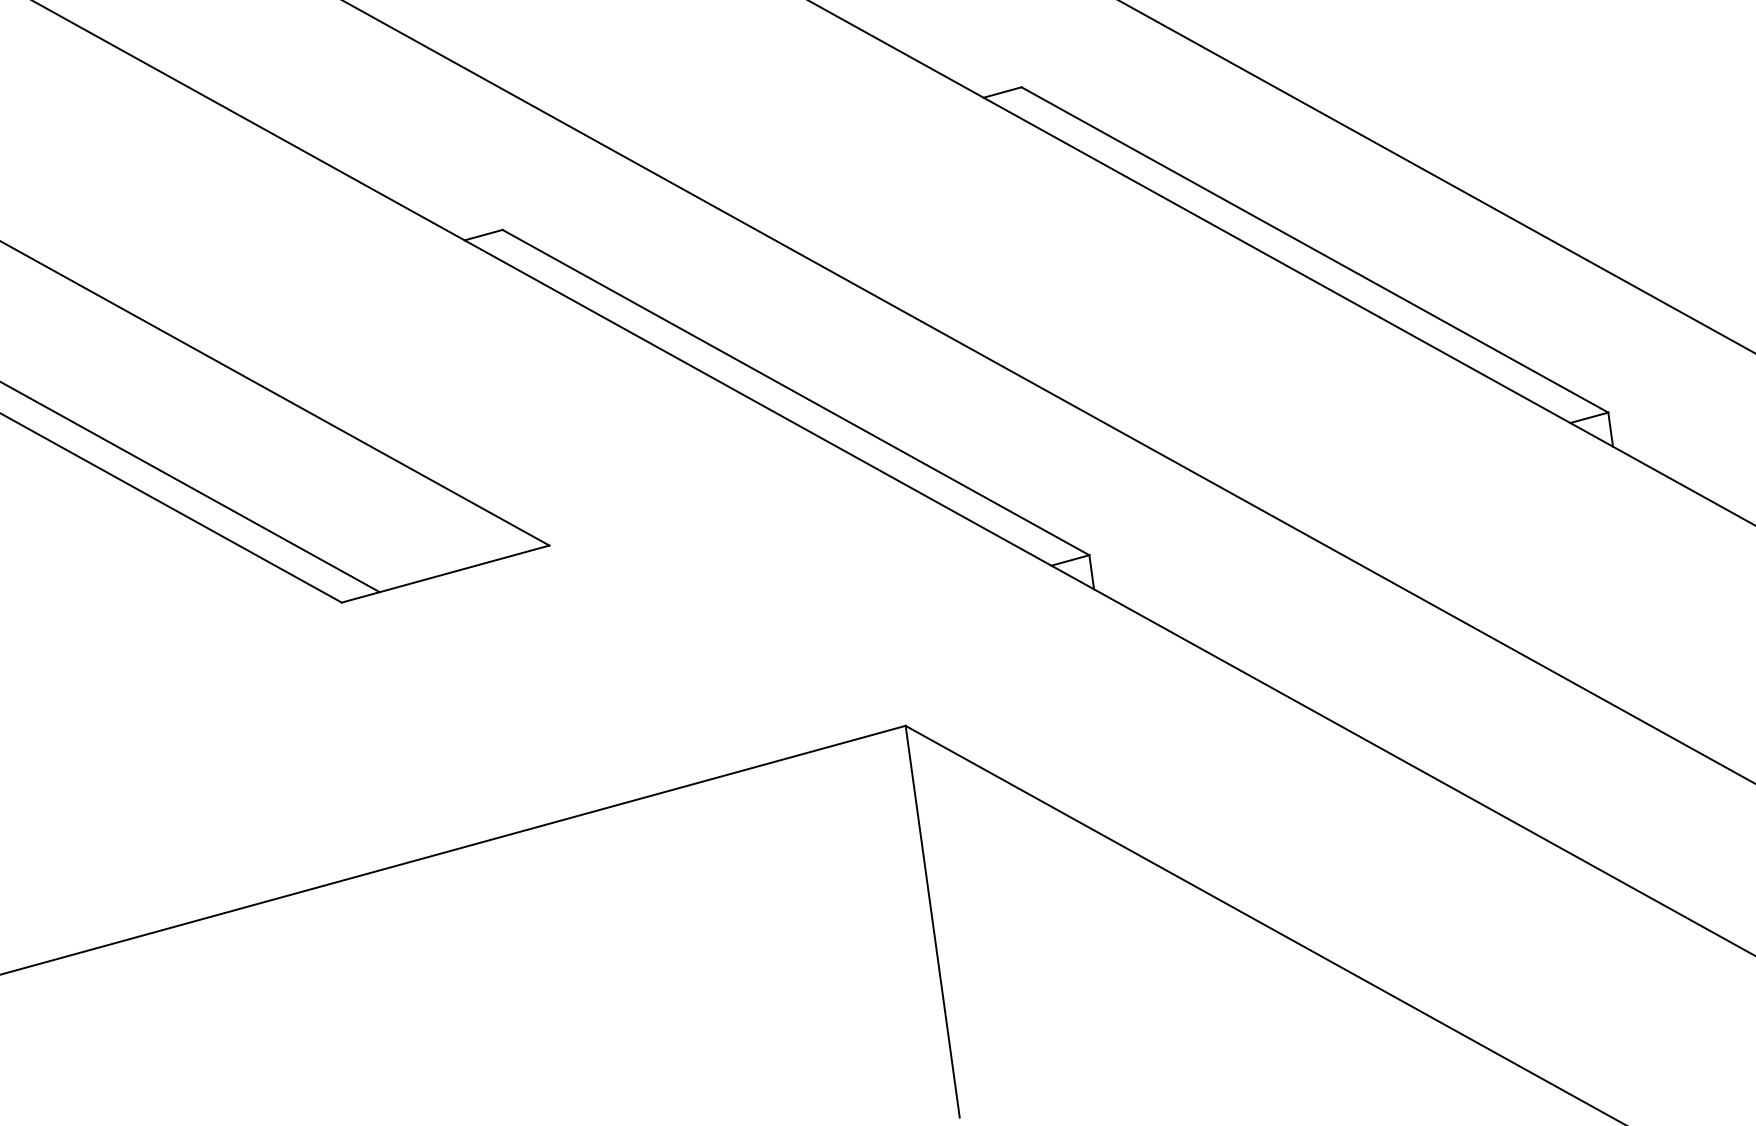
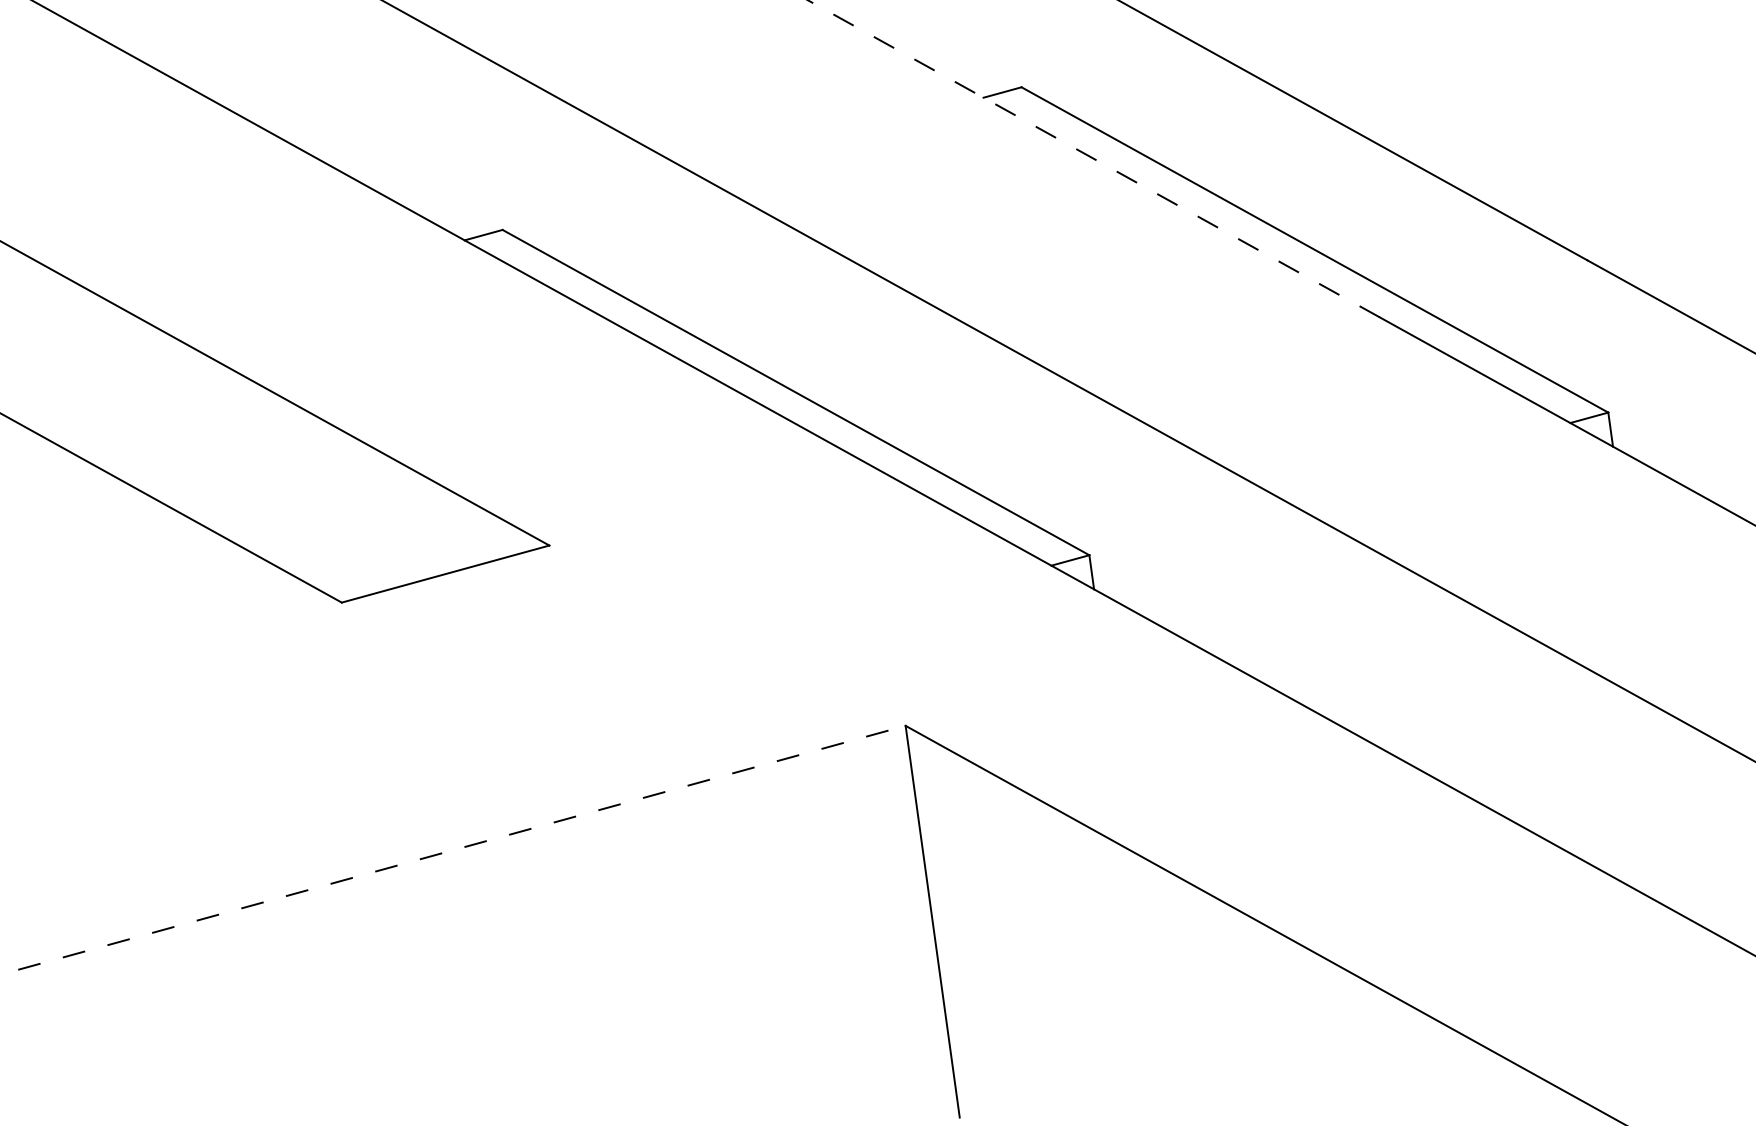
line at (1093, 158): solid -> dashed
line at (1048, 392) position: (1048, 392) -> (1068, 381)
line at (190, 487): present -> none
line at (453, 850): solid -> dashed
